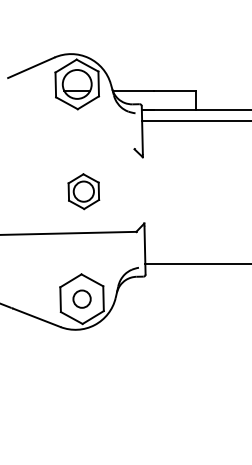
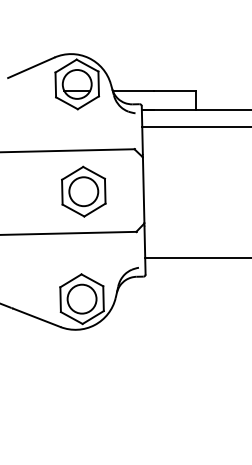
line at (195, 121) position: (195, 121) -> (195, 127)
line at (68, 150): none -> present
line at (143, 190): none -> present
part at (83, 191) size: 34x38 px -> 46x53 px
line at (196, 264) position: (196, 264) -> (196, 258)
circle at (81, 298) diameter: 17 px -> 29 px
